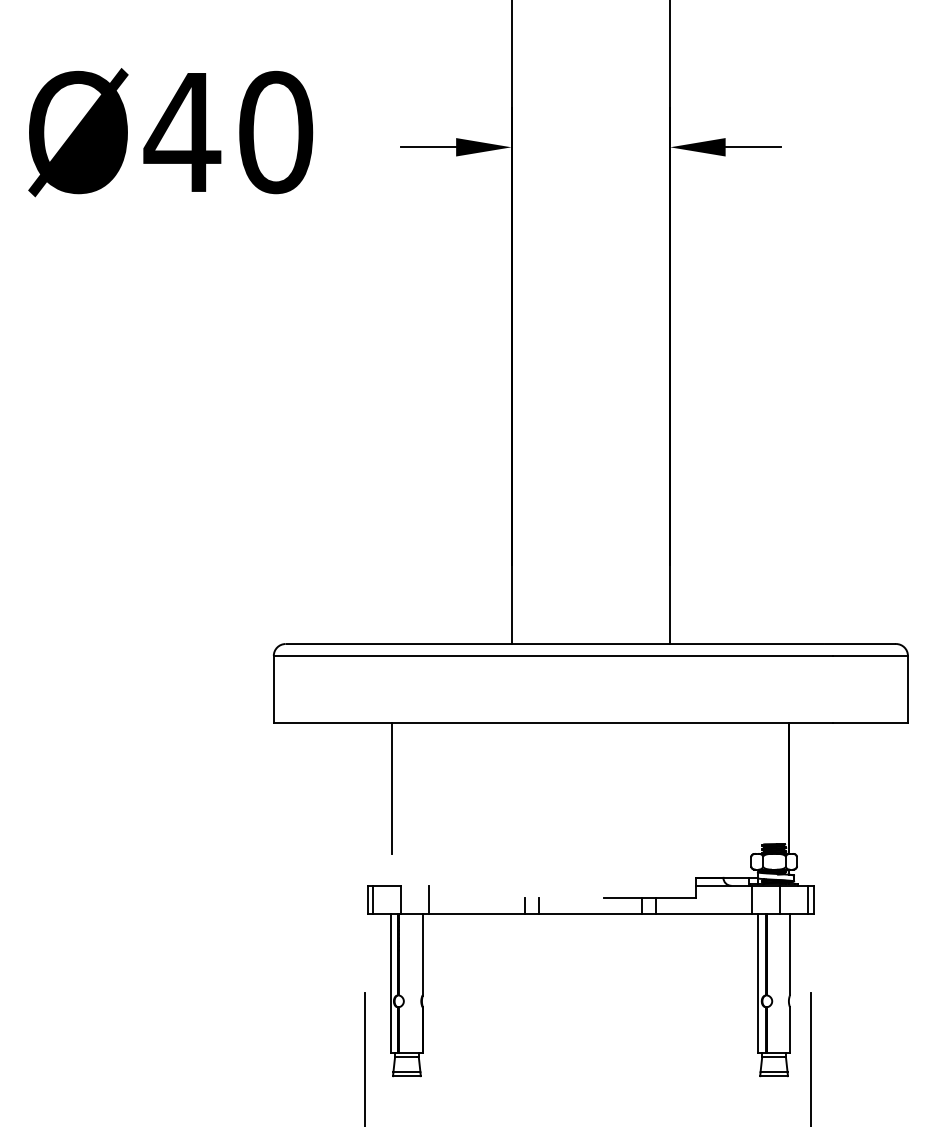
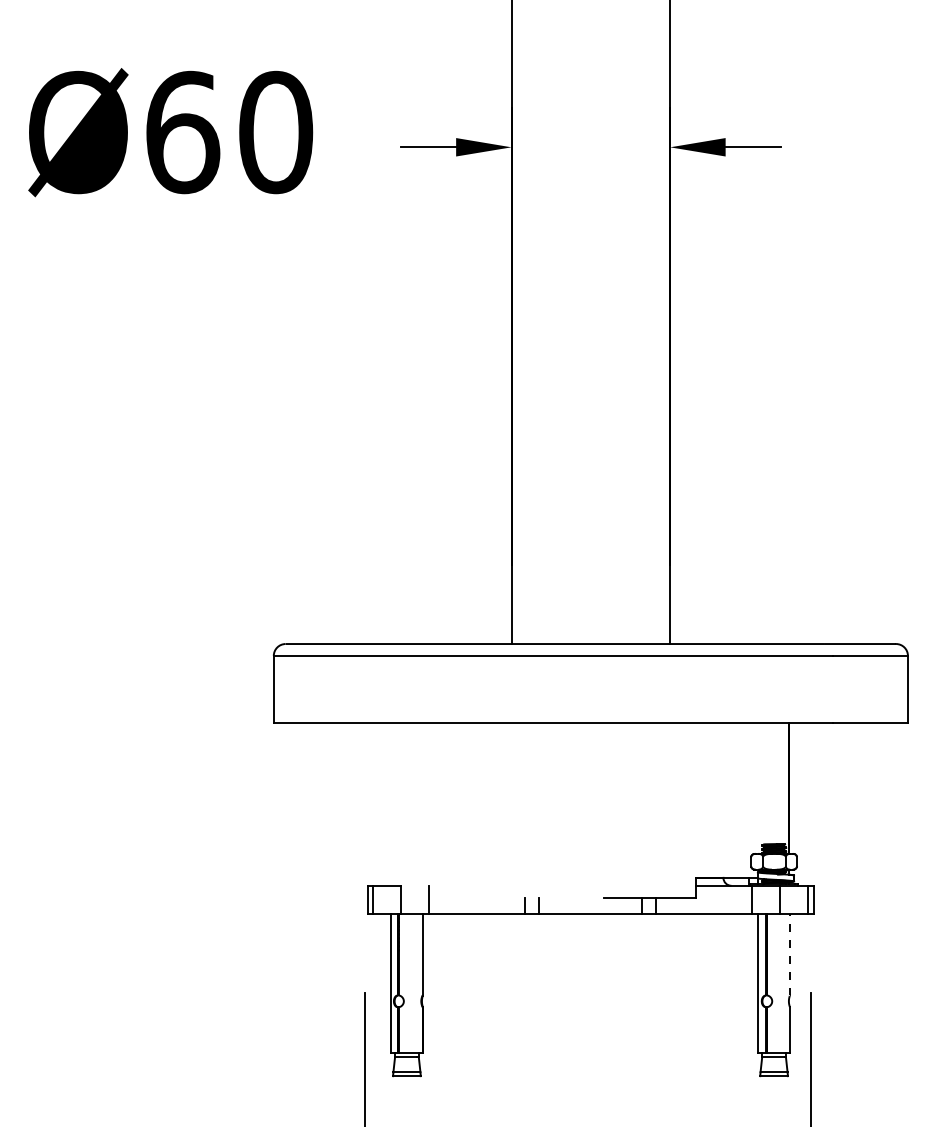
text at (182, 132): Ø40 -> Ø60
line at (392, 788): present -> none
line at (789, 954): solid -> dashed
